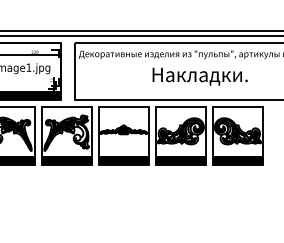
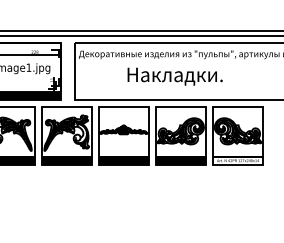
text at (199, 76) position: (199, 76) -> (174, 76)
fill at (237, 160): present -> none
